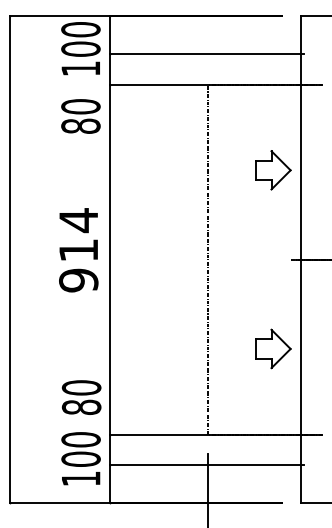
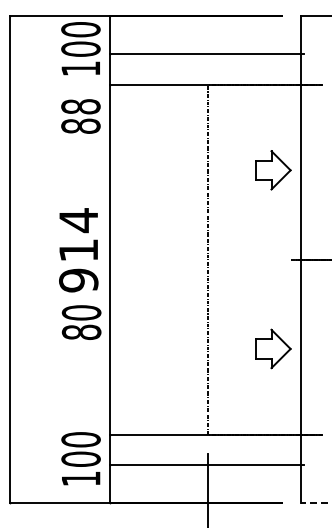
text at (80, 106): 80 -> 88
text at (81, 397) position: (81, 397) -> (81, 322)
line at (315, 503): solid -> dashed
